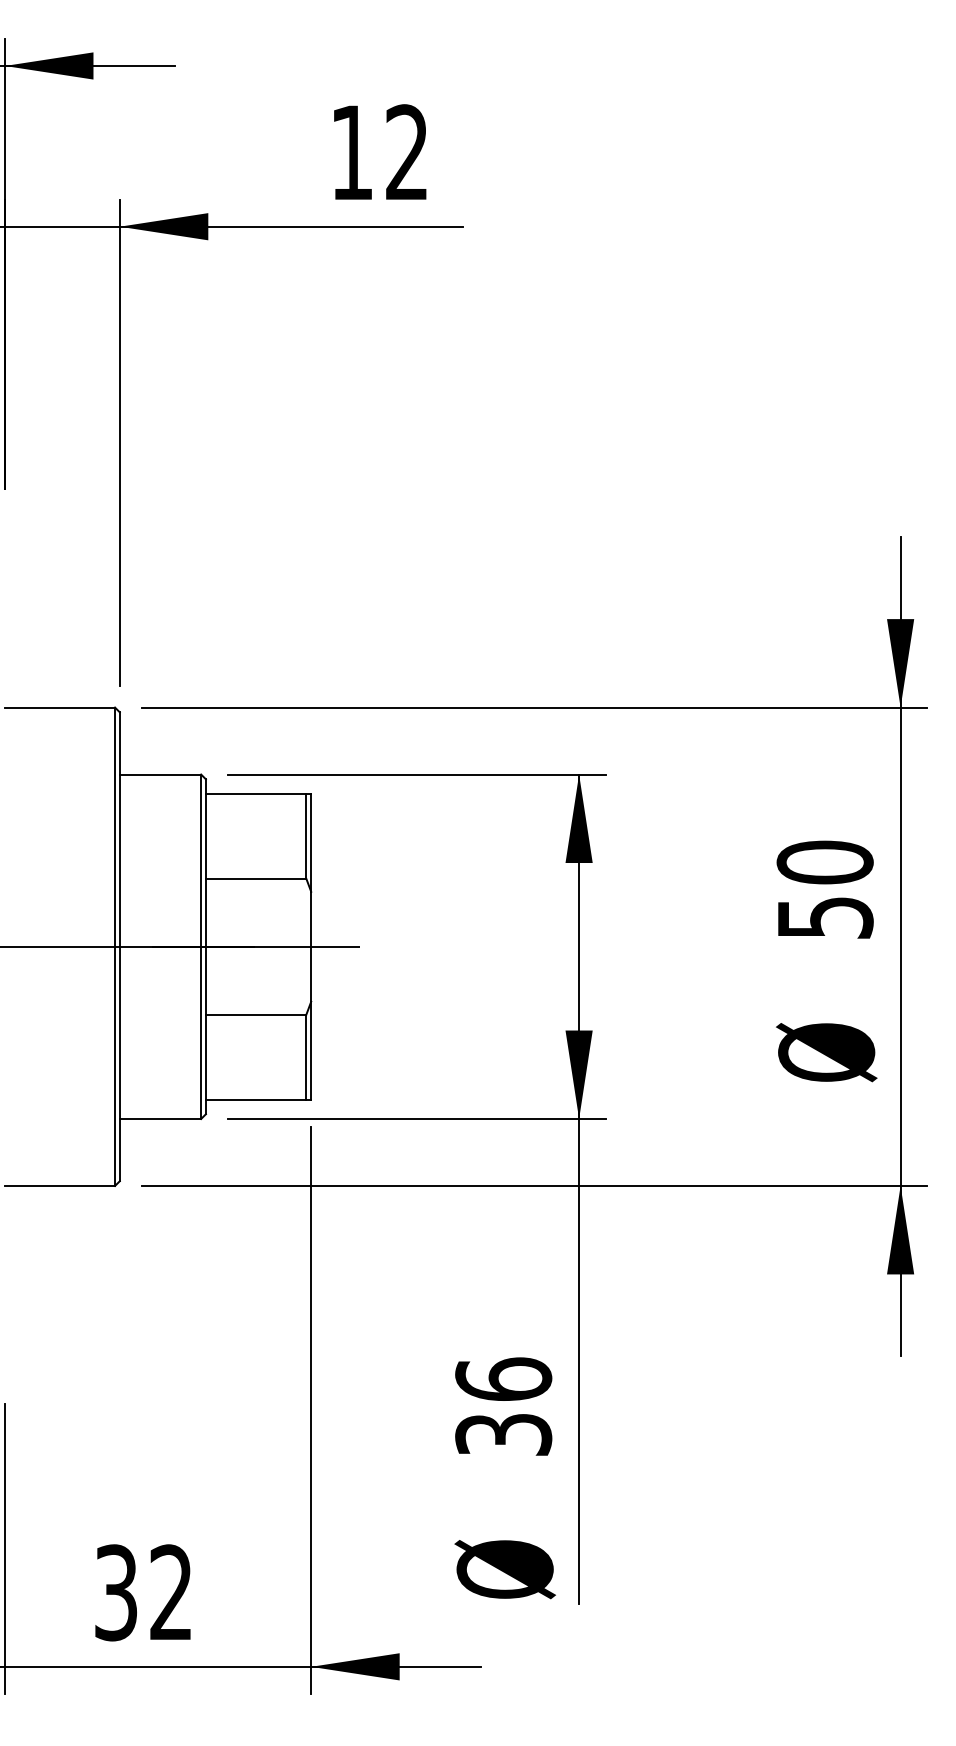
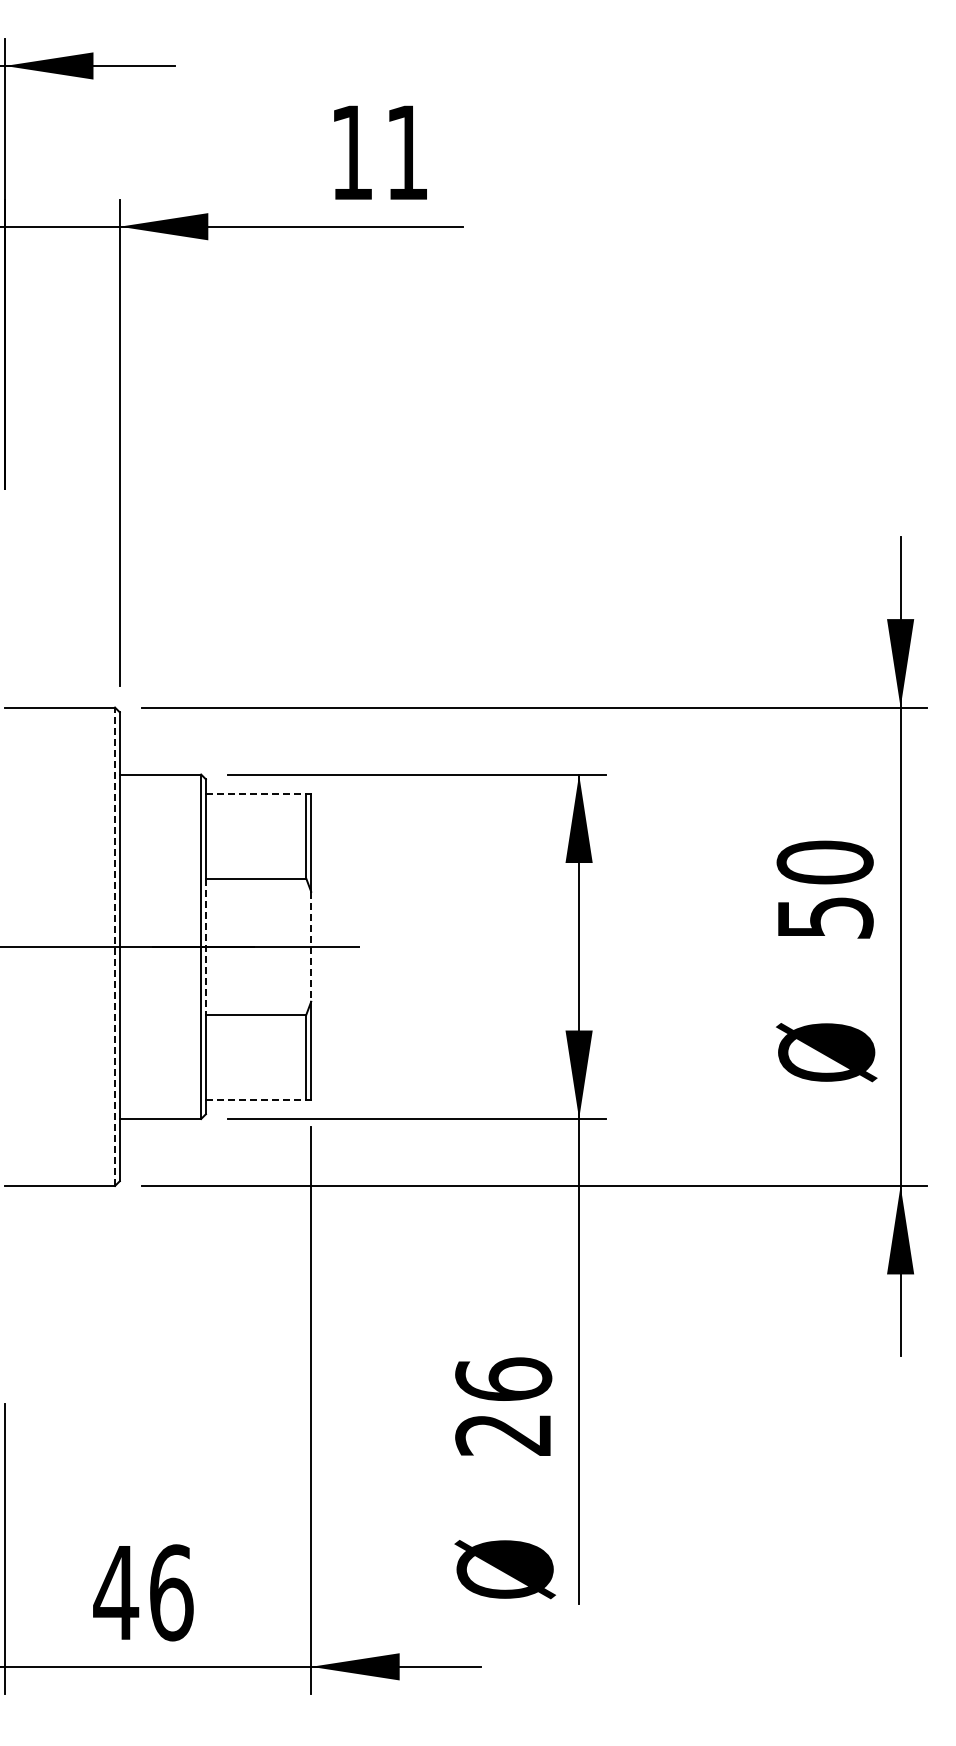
text at (406, 151): 12 -> 11
line at (256, 793): solid -> dashed
line at (115, 946): solid -> dashed
line at (205, 946): solid -> dashed
line at (311, 946): solid -> dashed
line at (256, 1099): solid -> dashed
text at (503, 1434): 36 -> 26
text at (143, 1592): 32 -> 46
